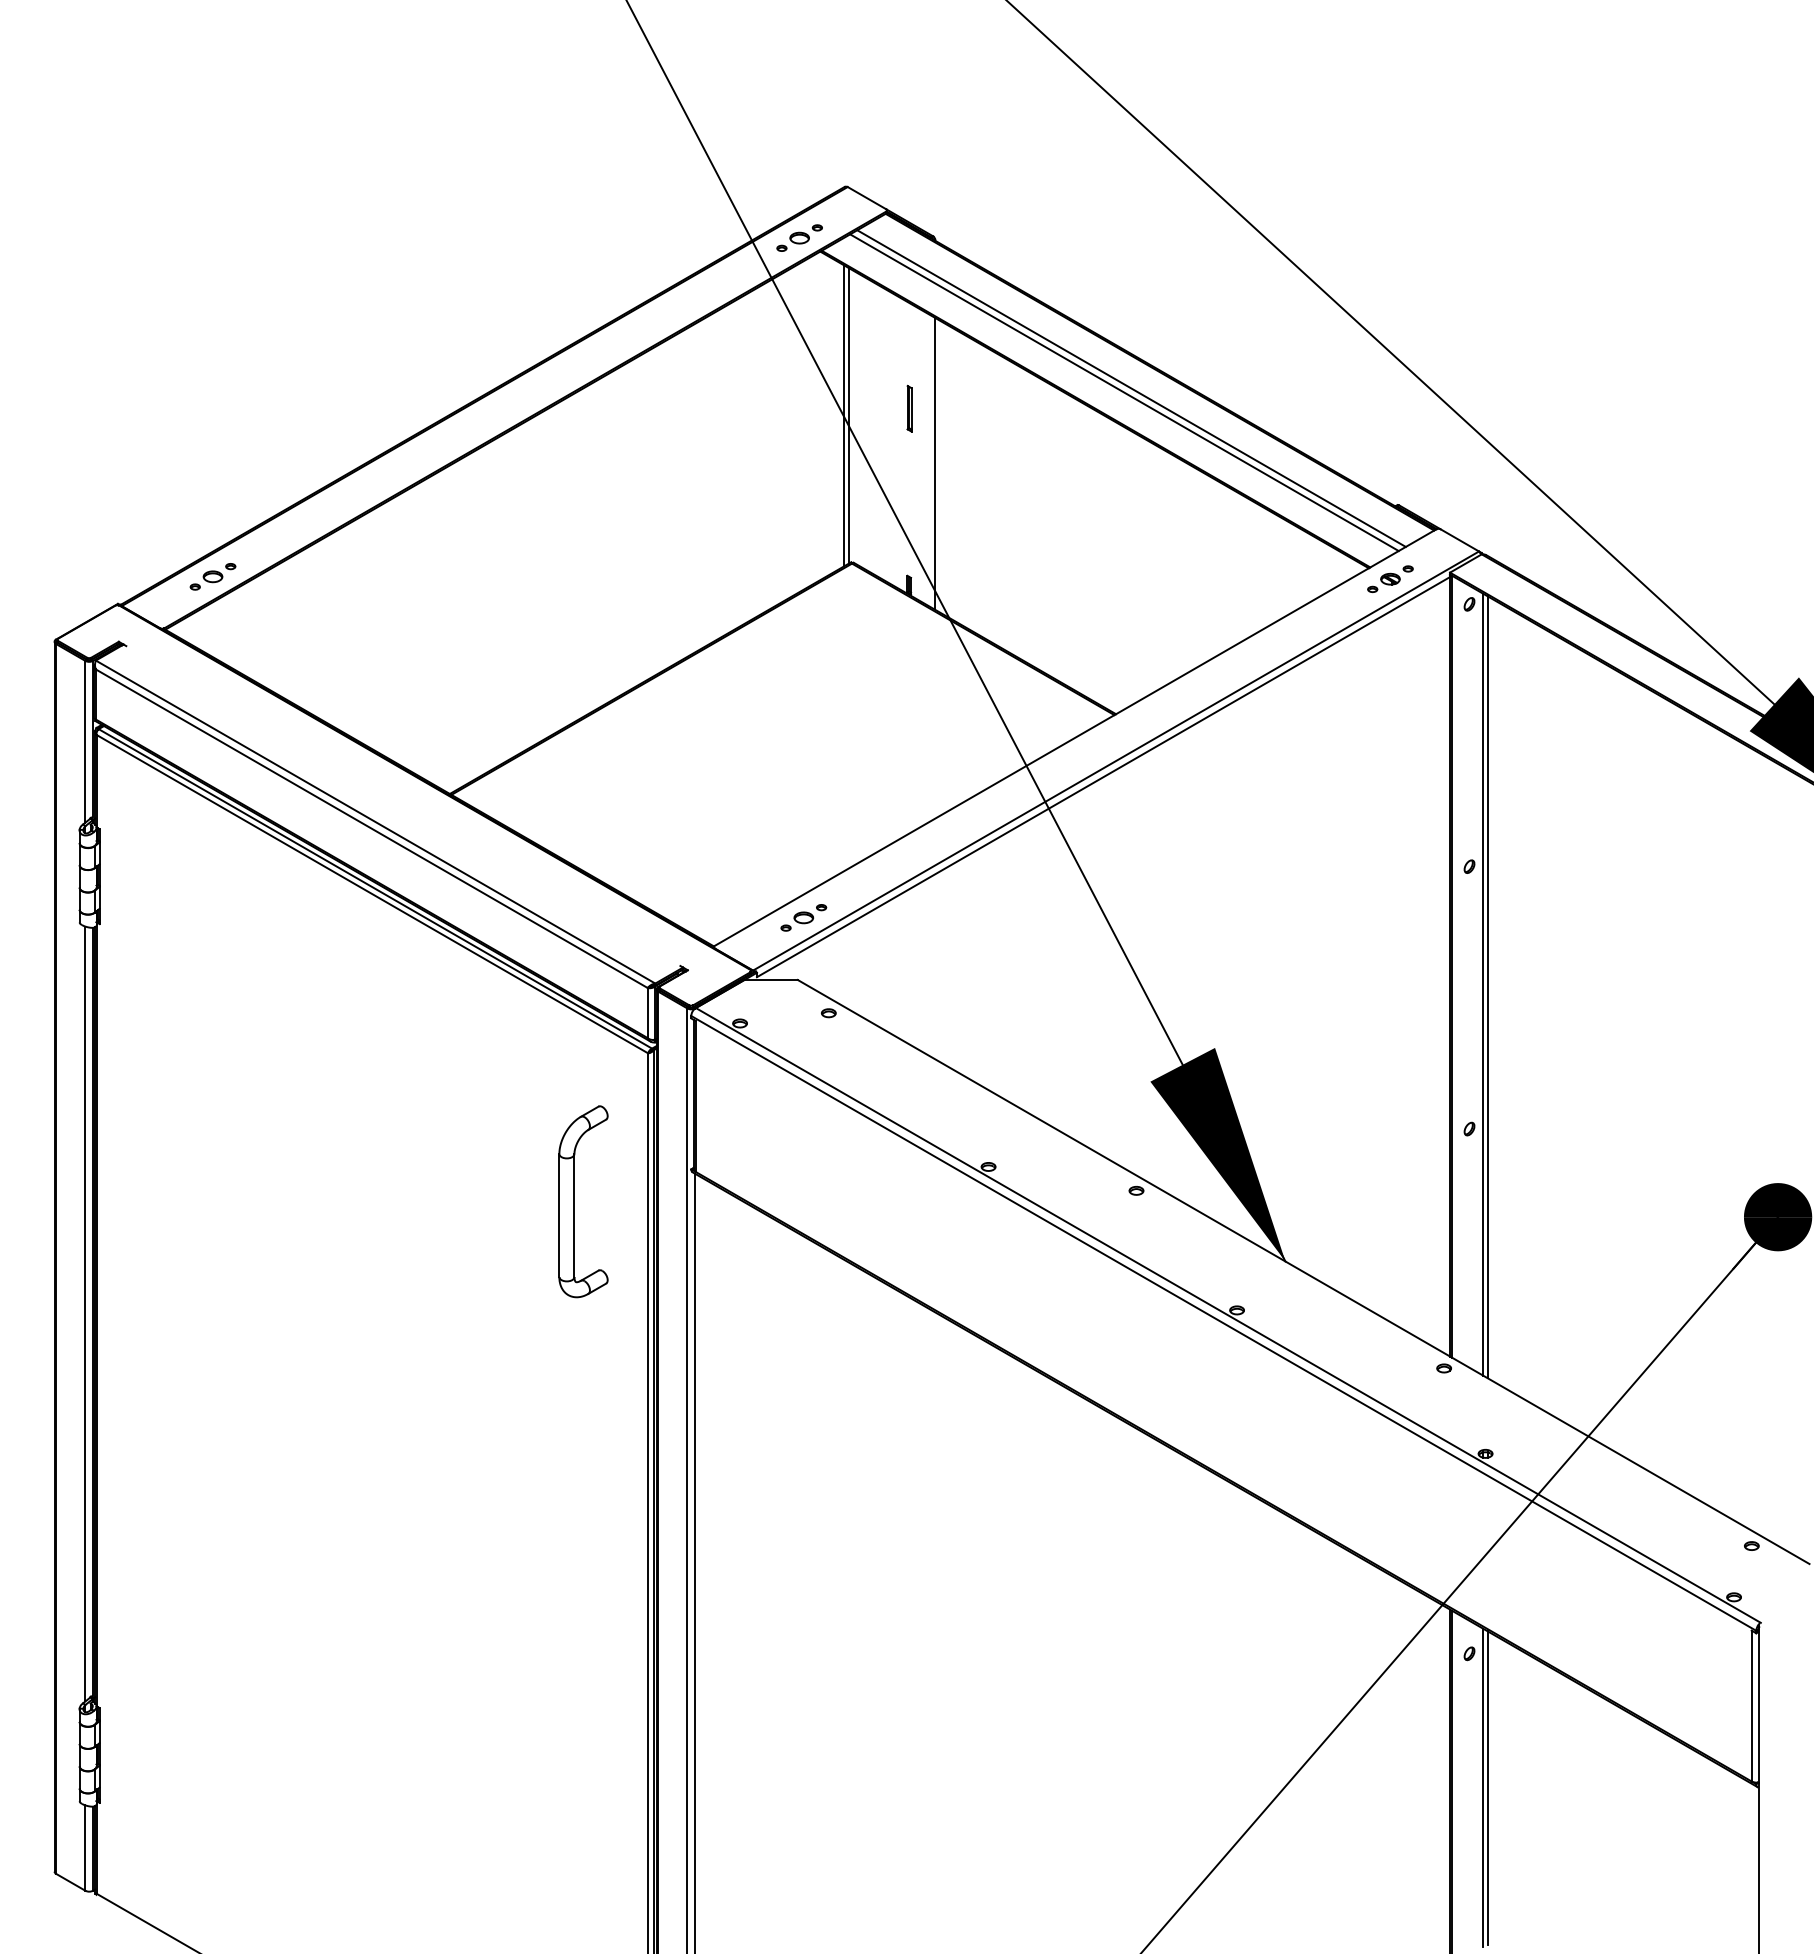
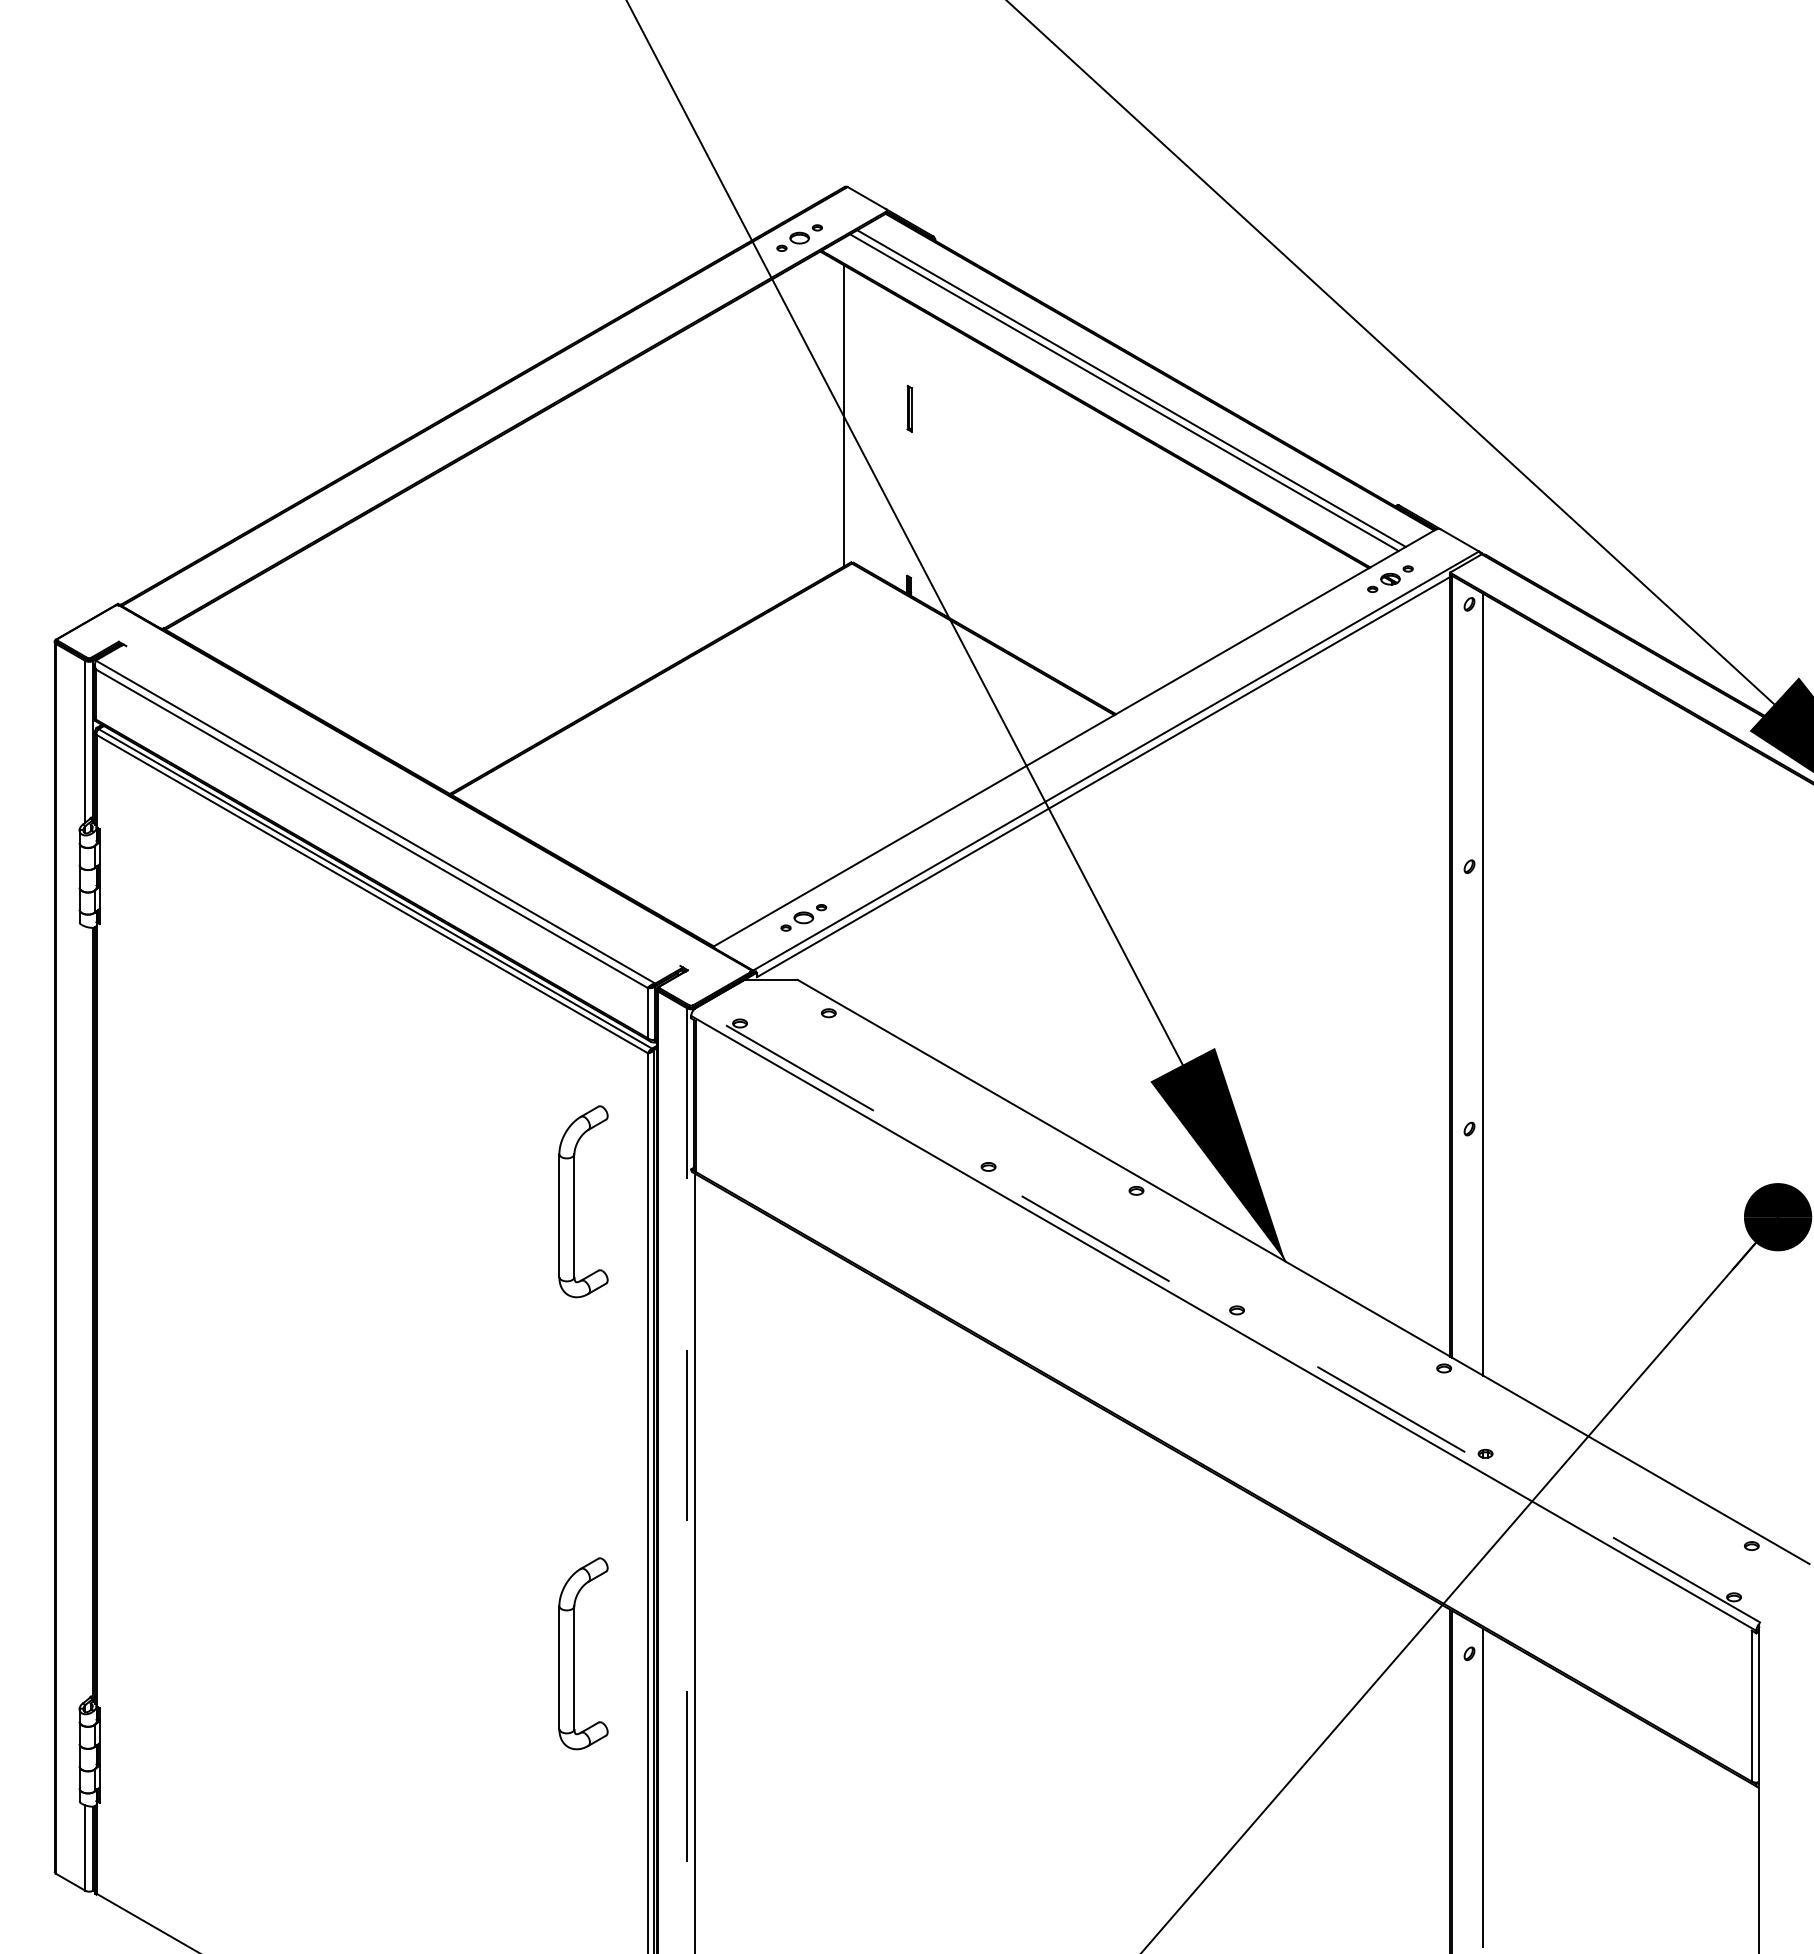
line at (848, 415): present -> none
line at (934, 463): present -> none
part at (212, 576): present -> none
line at (1487, 987): present -> none
line at (85, 1313): present -> none
line at (1228, 1315): solid -> dashed
line at (687, 1481): solid -> dashed
part at (574, 1653): none -> present
line at (1487, 1787): present -> none
